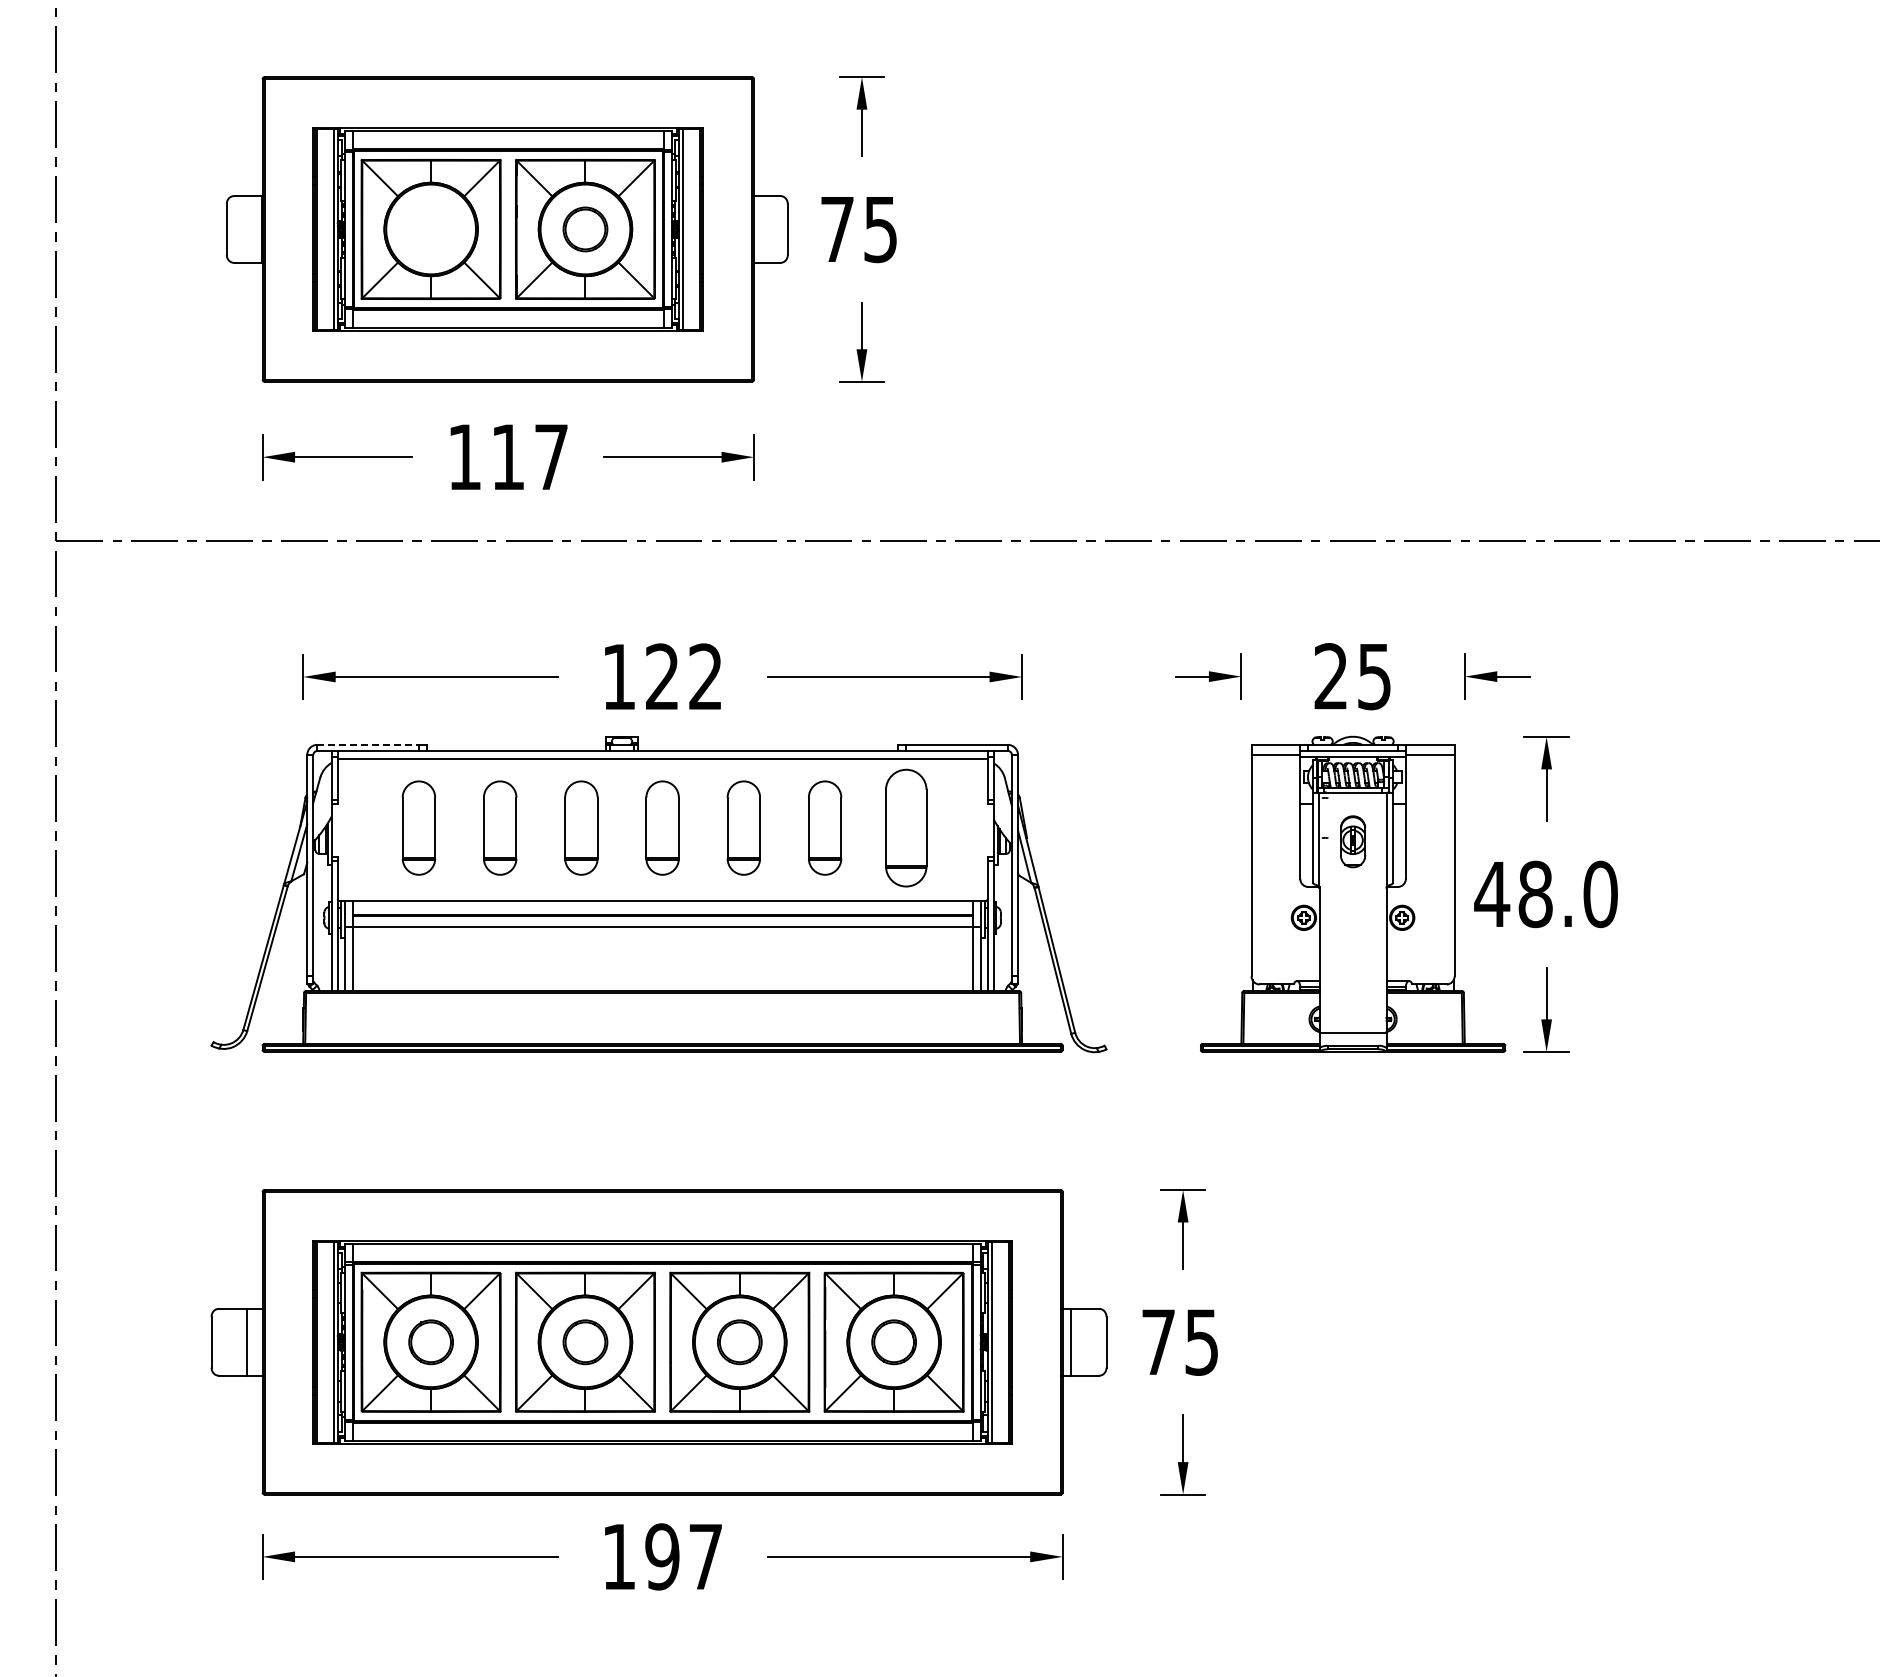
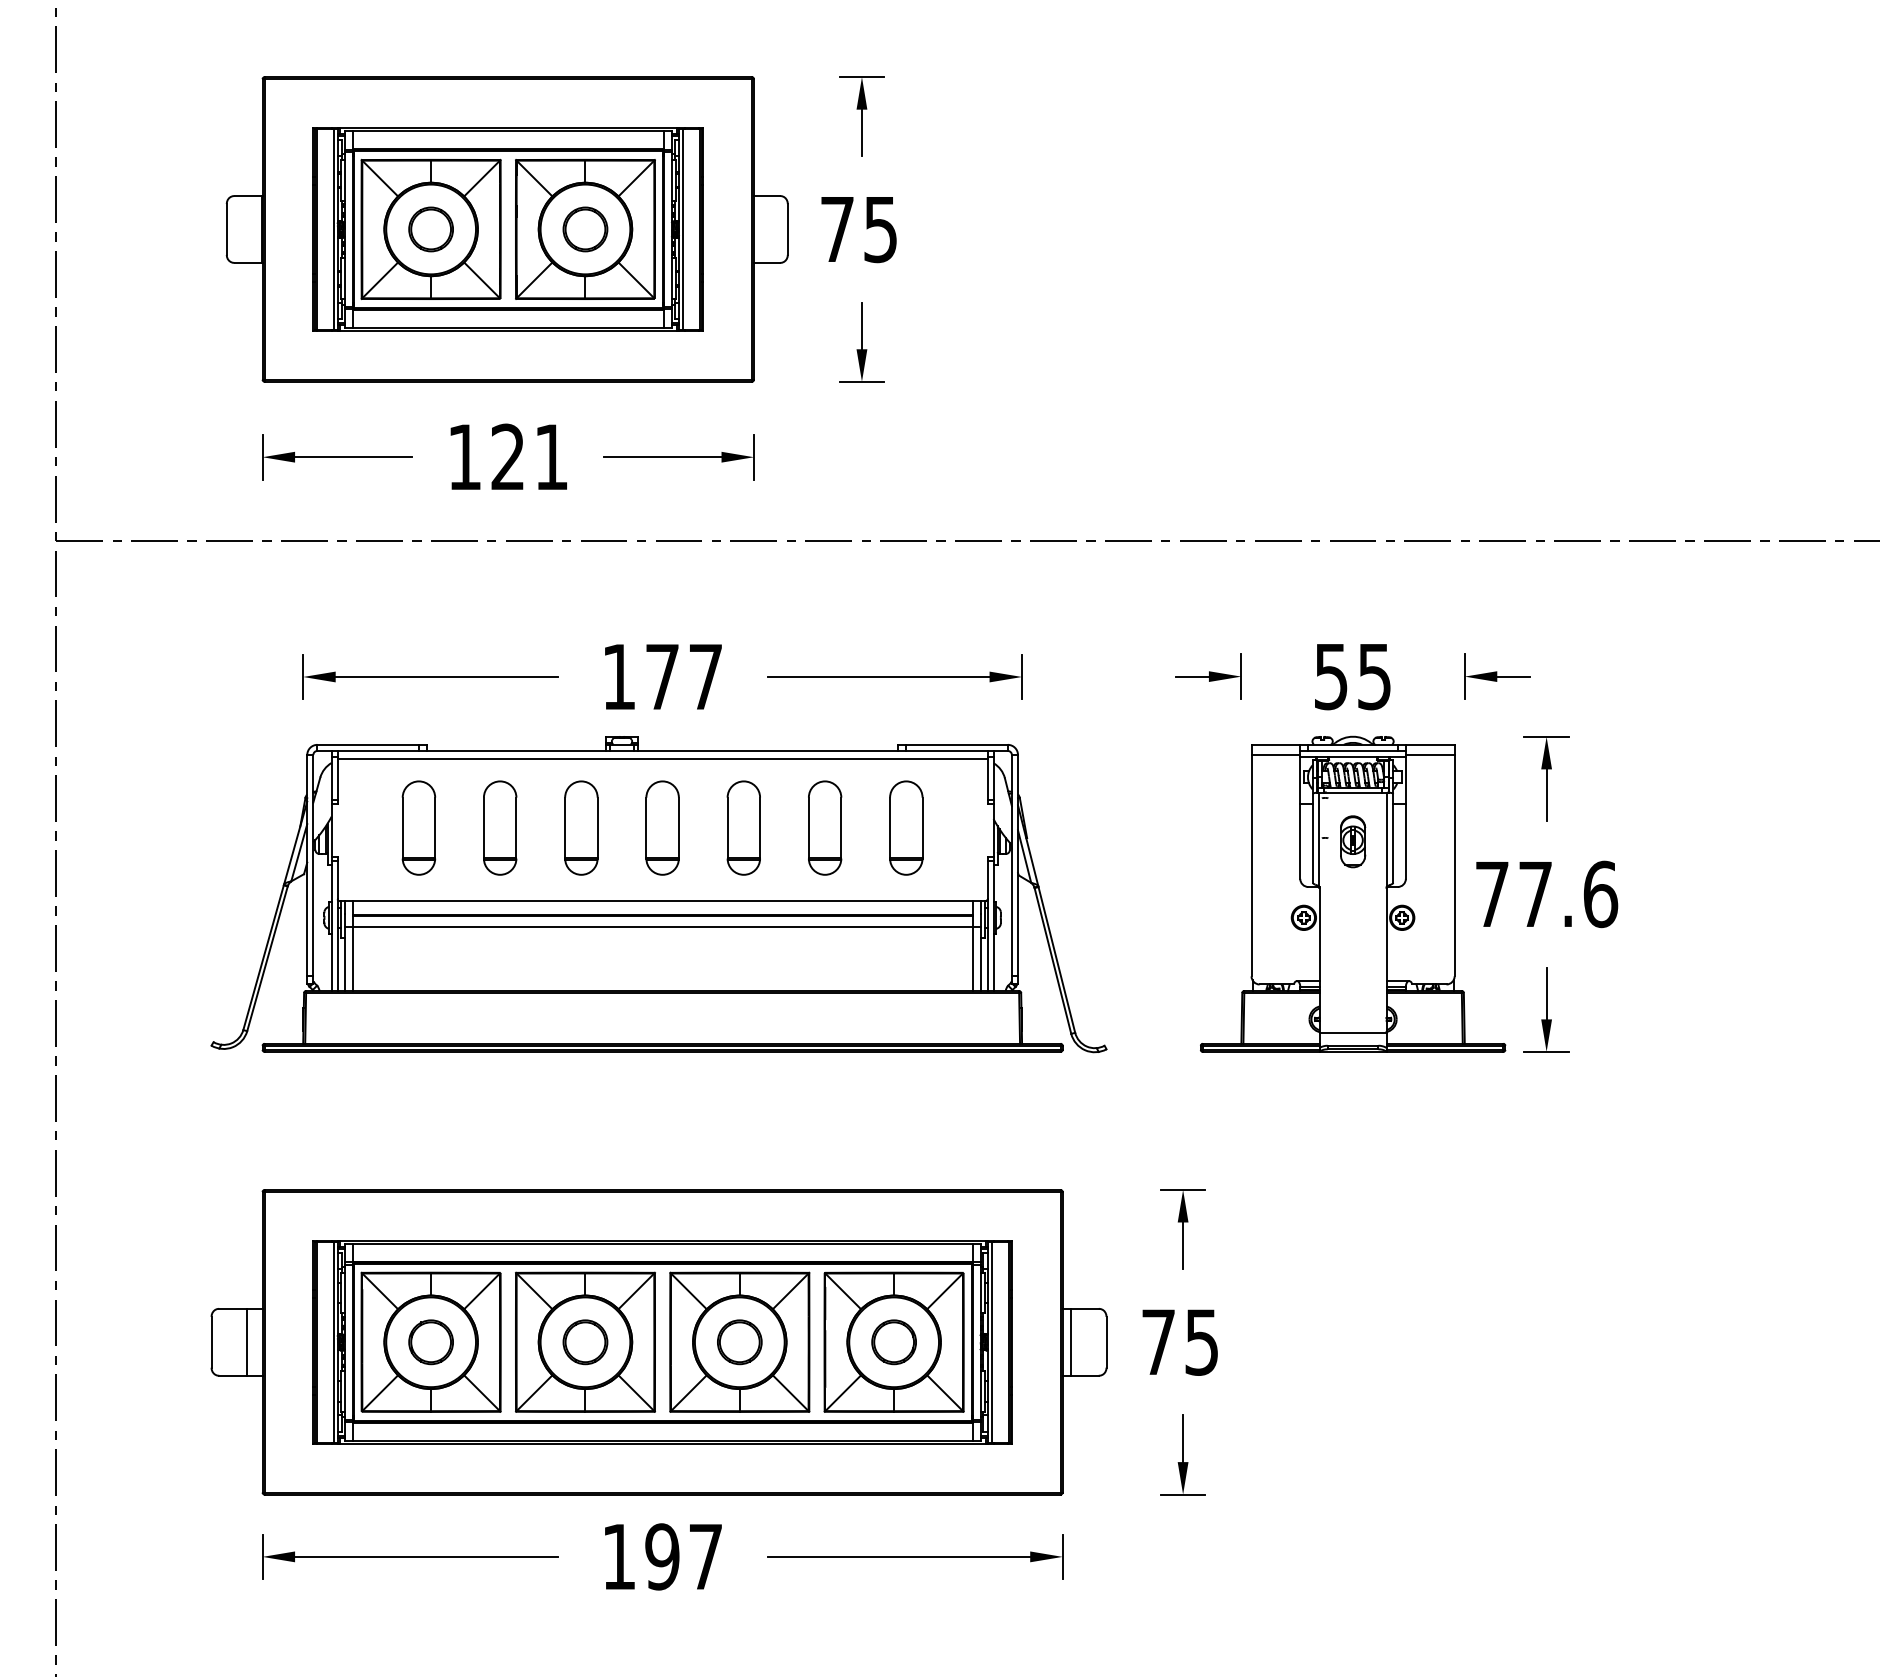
part at (430, 229): none -> present
text at (529, 456): 117 -> 121
text at (683, 676): 122 -> 177
text at (1330, 676): 25 -> 55
line at (368, 744): dashed -> solid
part at (906, 827) size: 43x120 px -> 35x96 px
text at (1546, 894): 48.0 -> 77.6
